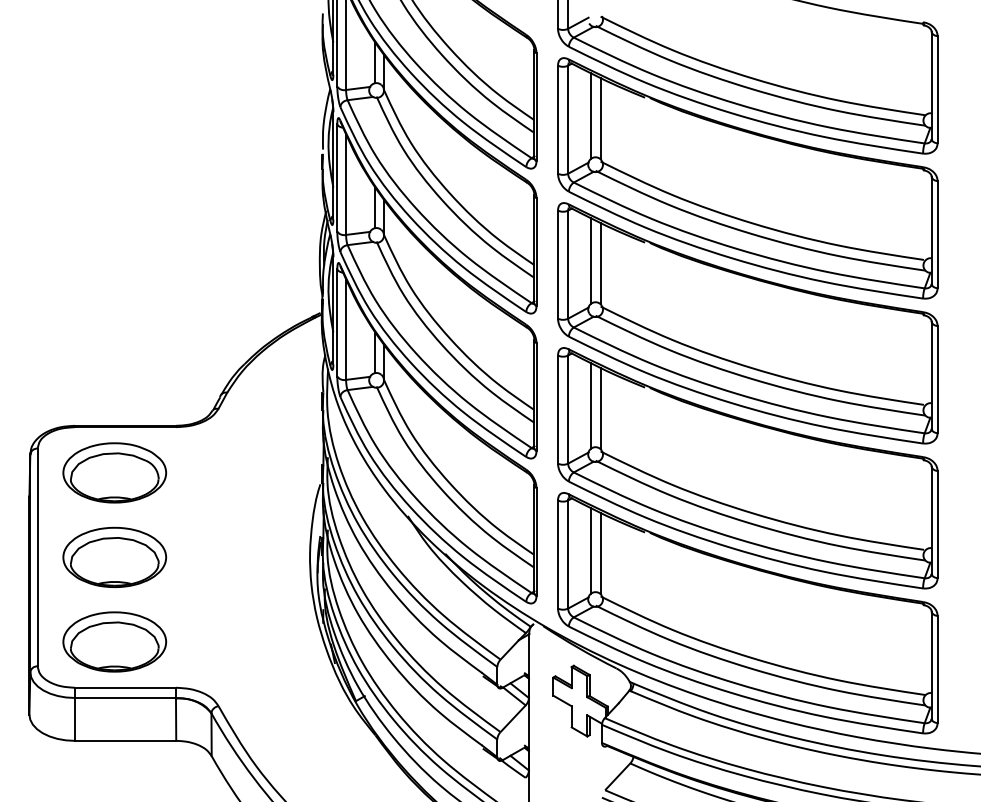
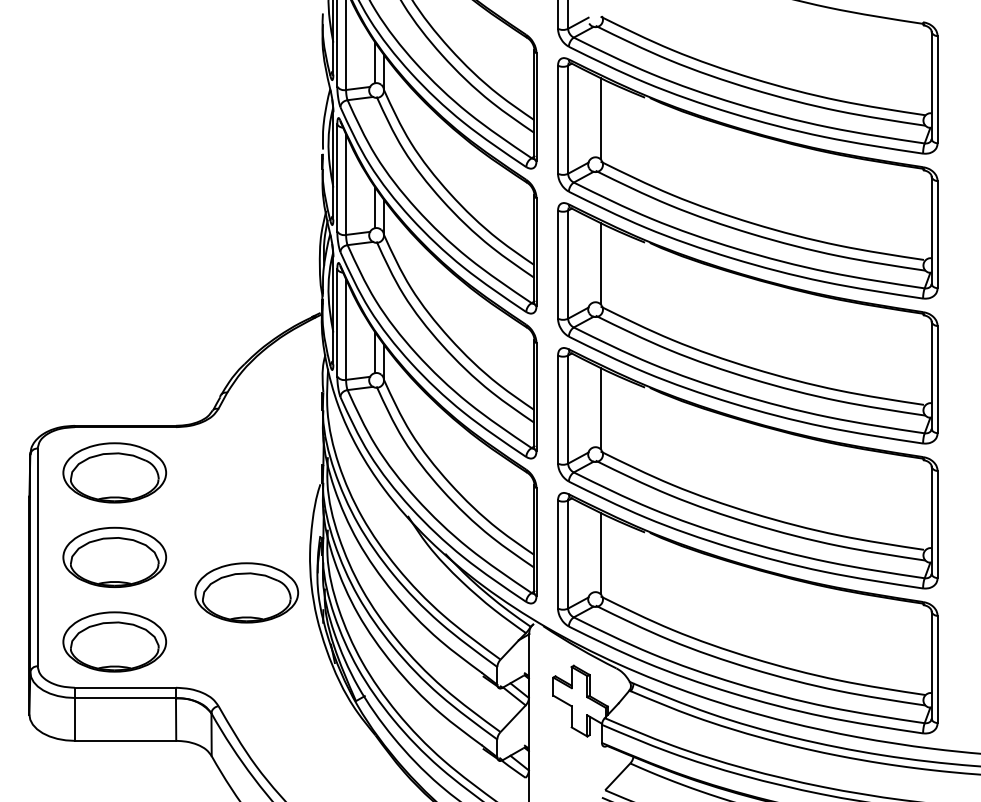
line at (590, 115): present -> none
line at (590, 260): present -> none
line at (590, 405): present -> none
line at (590, 550): present -> none
part at (246, 592): none -> present
